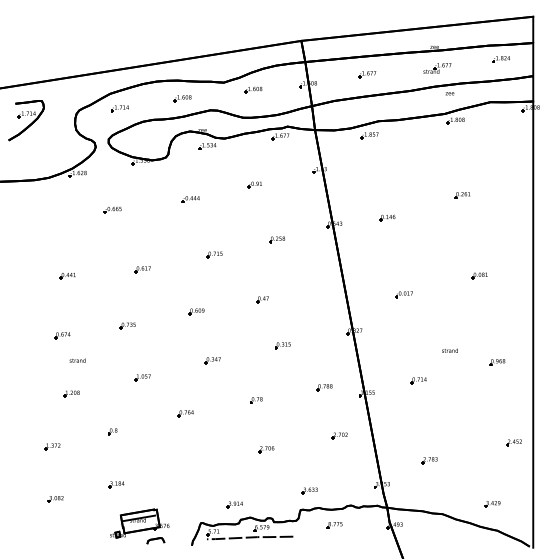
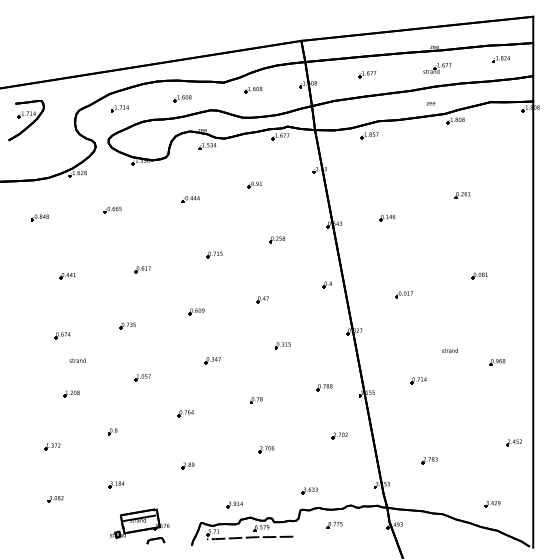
text at (449, 93) position: (449, 93) -> (430, 103)
part at (39, 217): none -> present
part at (326, 284): none -> present
part at (187, 465): none -> present
